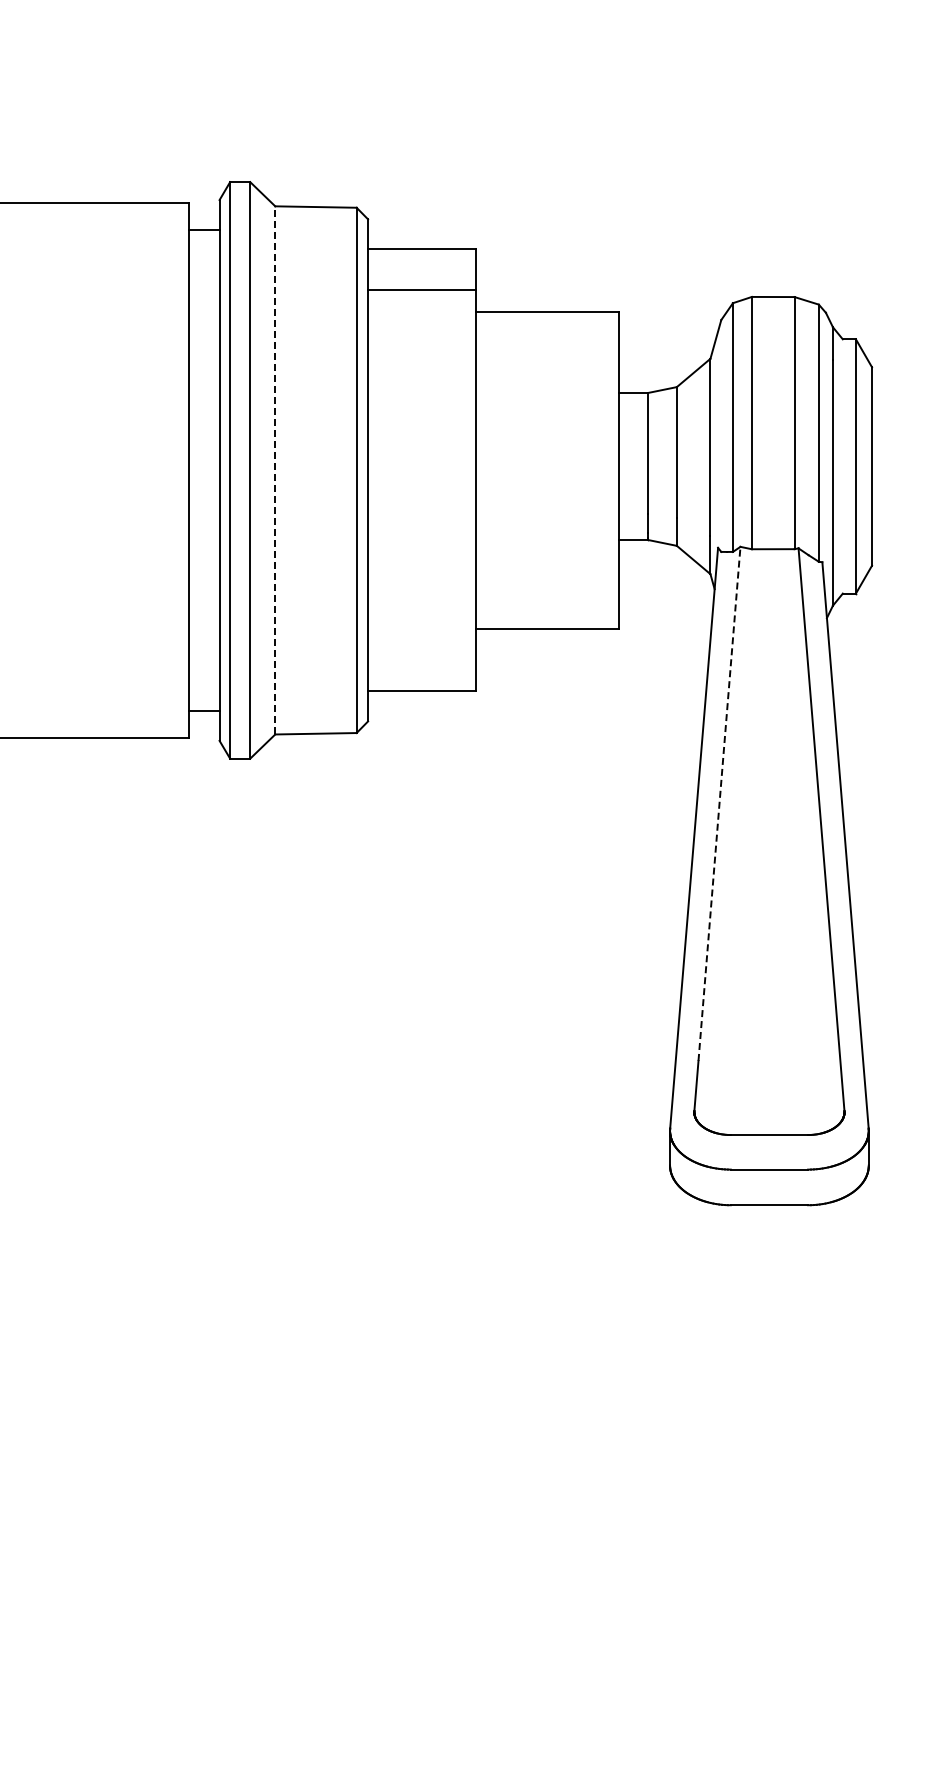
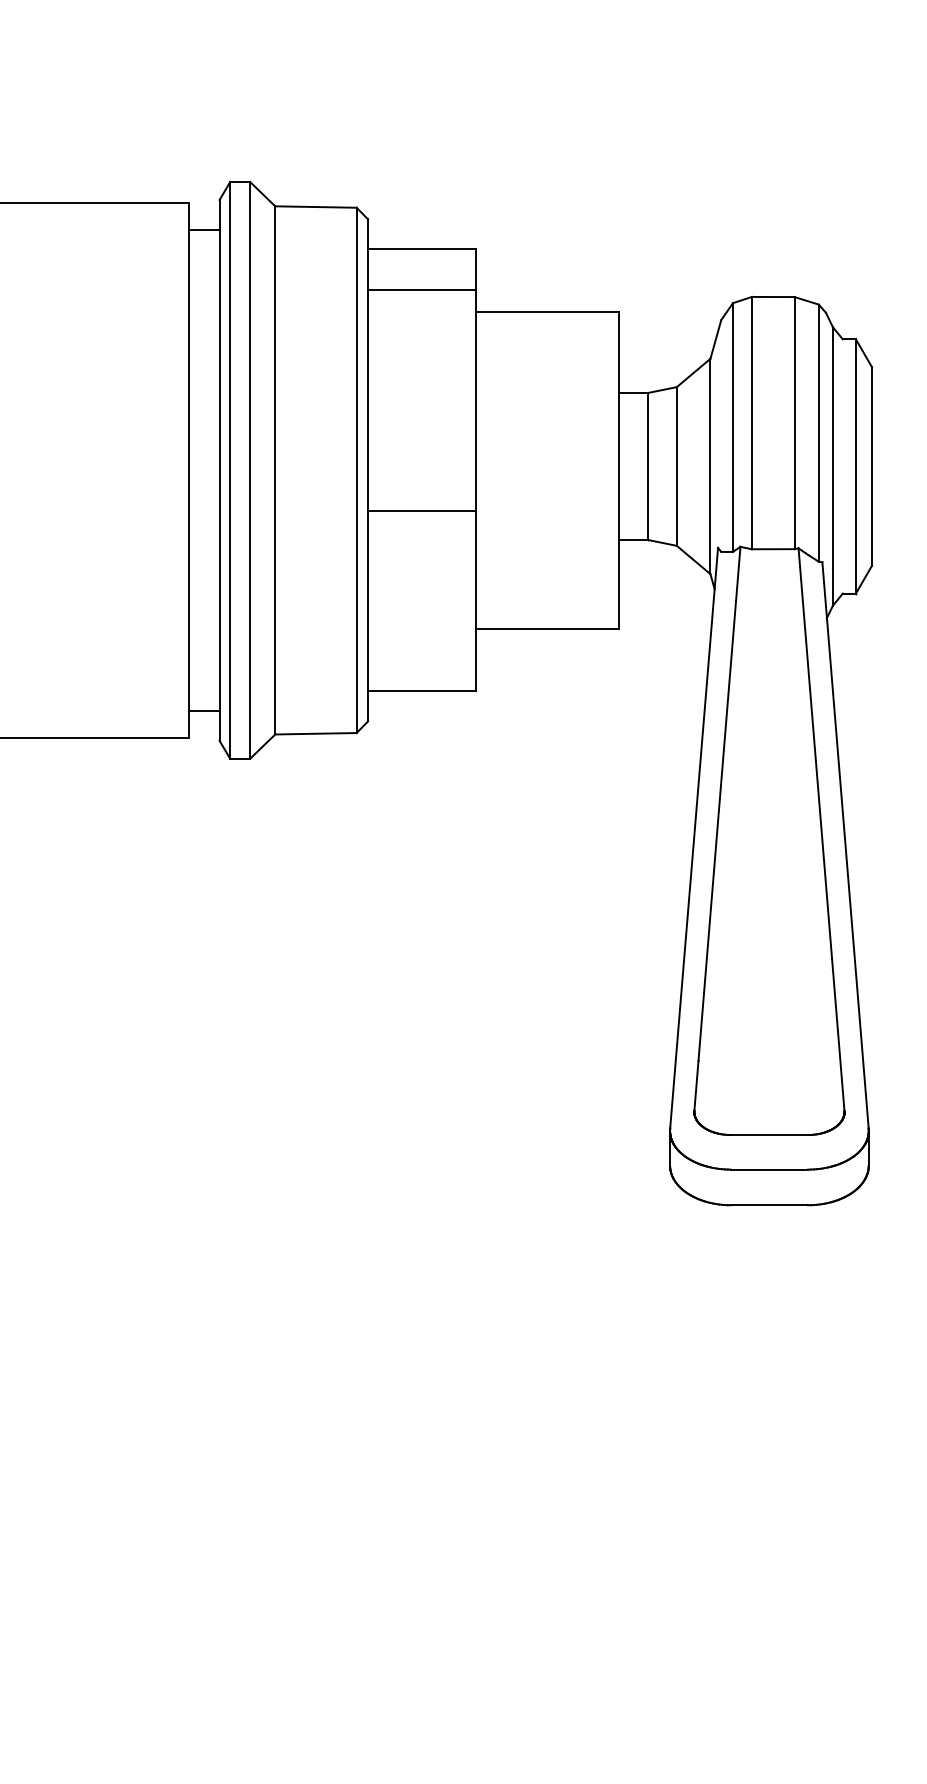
line at (275, 469): dashed -> solid
line at (421, 510): none -> present
line at (719, 803): dashed -> solid
